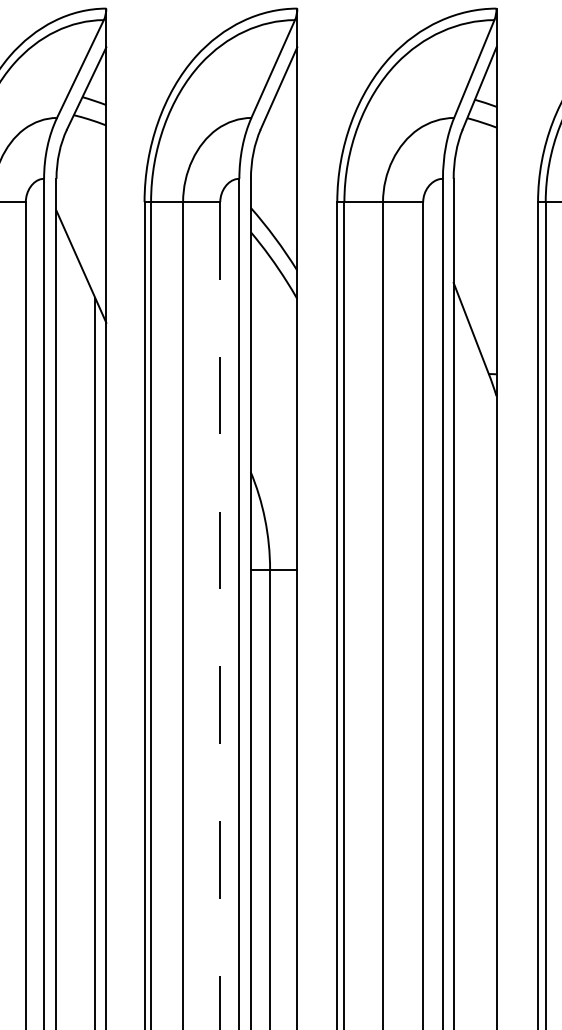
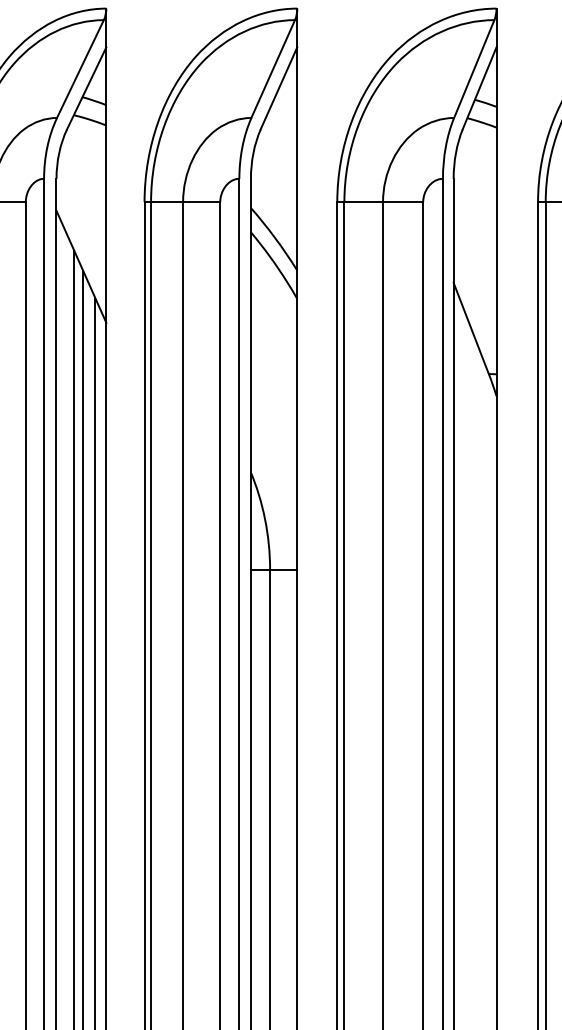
line at (220, 615): dashed -> solid
line at (74, 638): none -> present
line at (83, 648): none -> present
